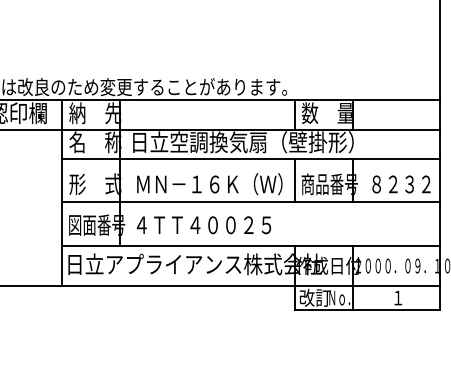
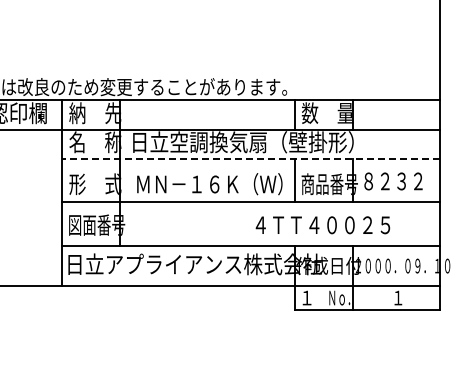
line at (251, 158): solid -> dashed
text at (401, 184) position: (401, 184) -> (393, 181)
text at (203, 225) position: (203, 225) -> (322, 225)
text at (315, 297): 改訂 -> １
